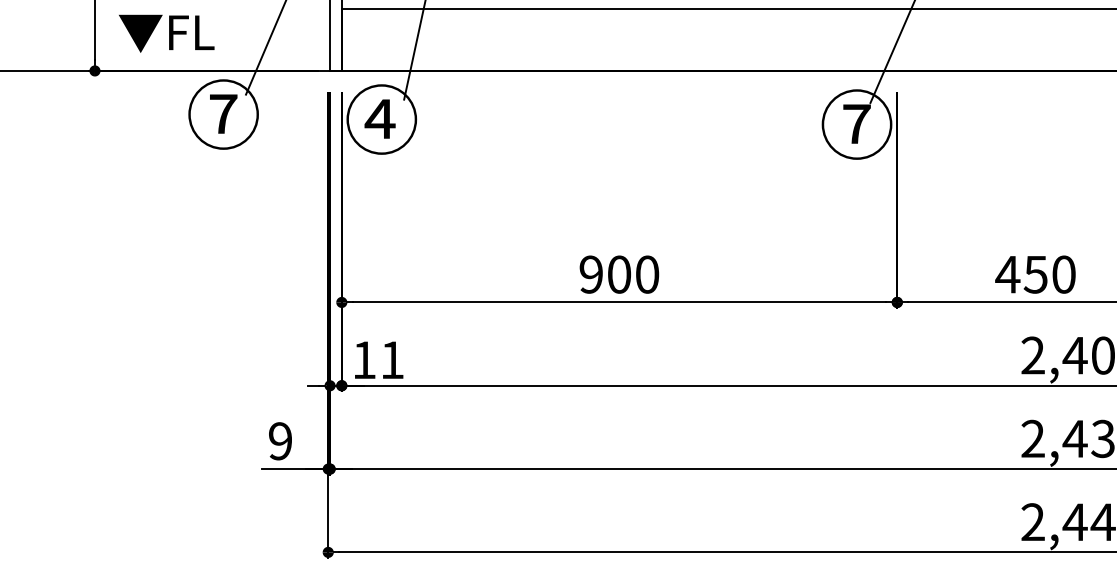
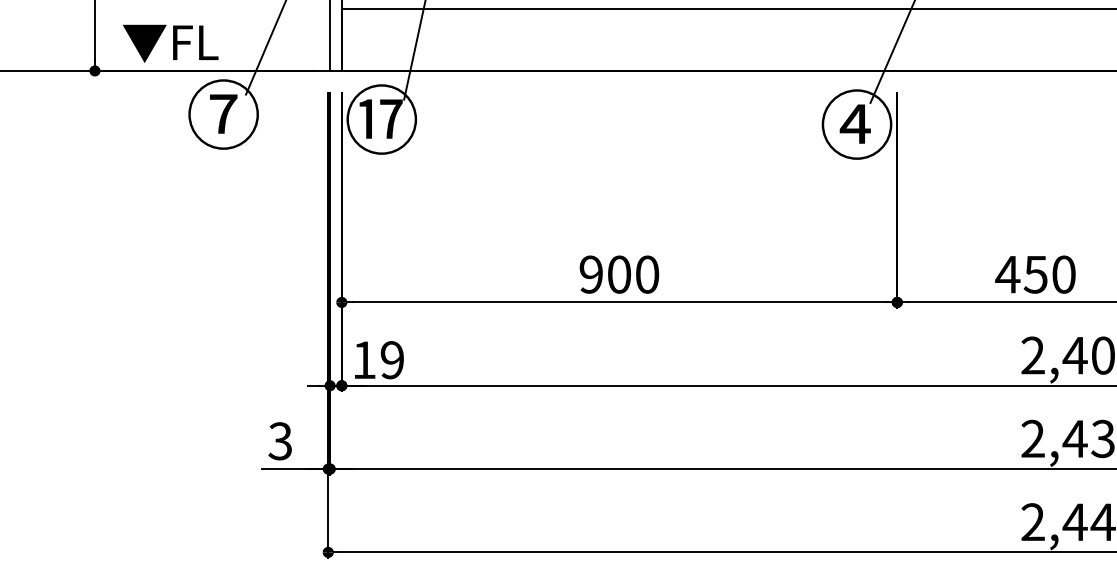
text at (166, 33) position: (166, 33) -> (170, 43)
text at (380, 118): ④ -> ⑰
text at (854, 123): ⑦ -> ④
text at (391, 360): 11 -> 19
text at (279, 441): 9 -> 3
